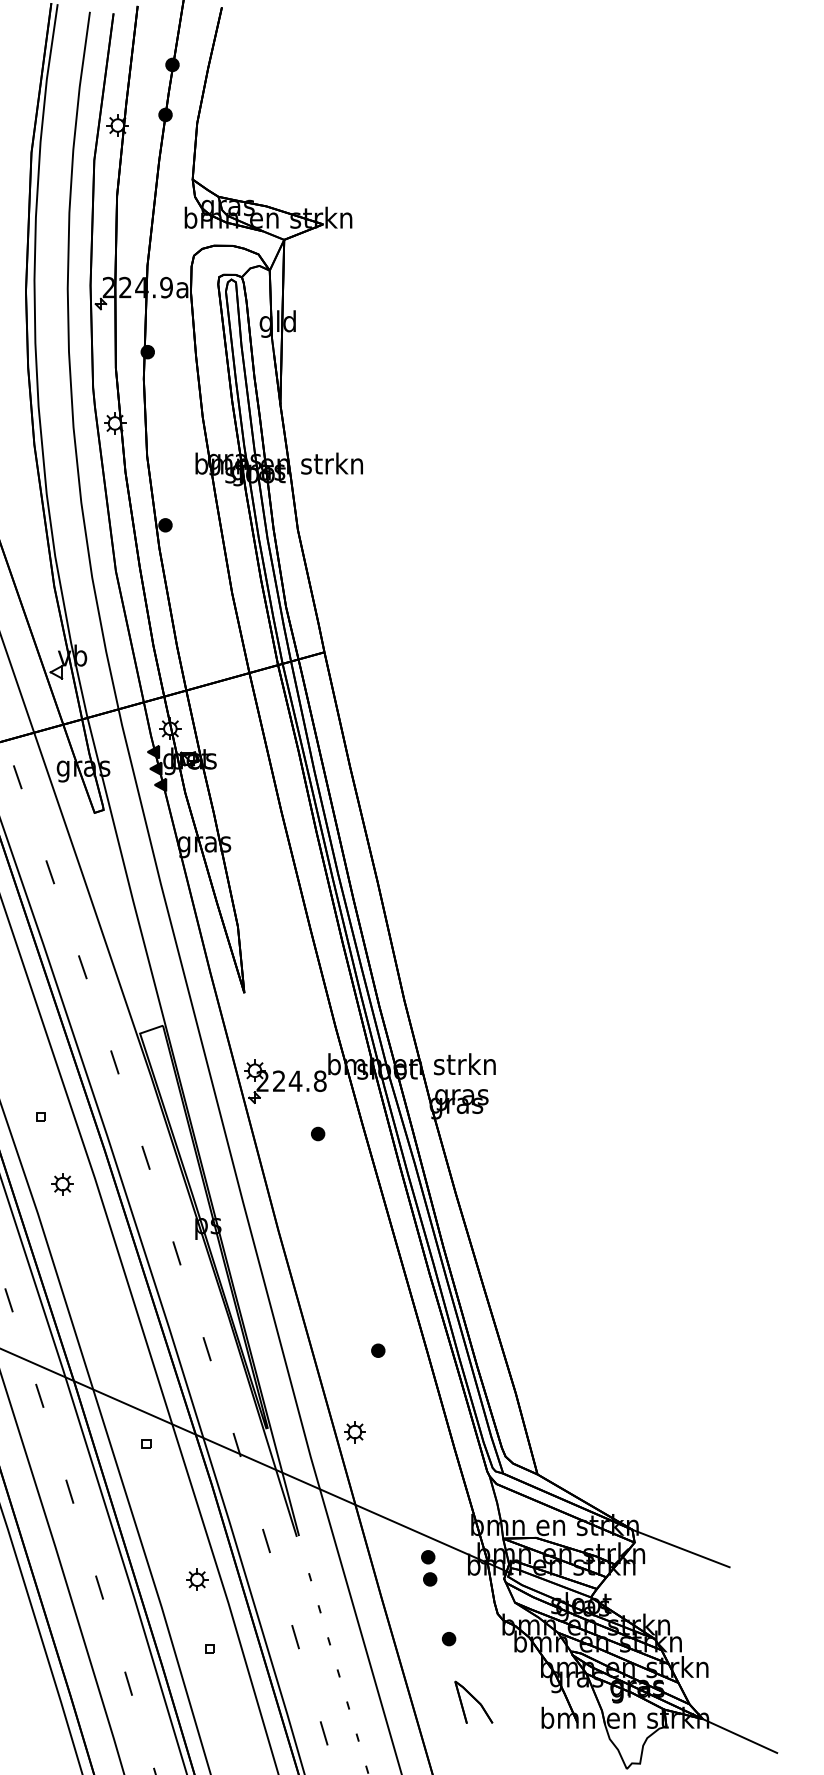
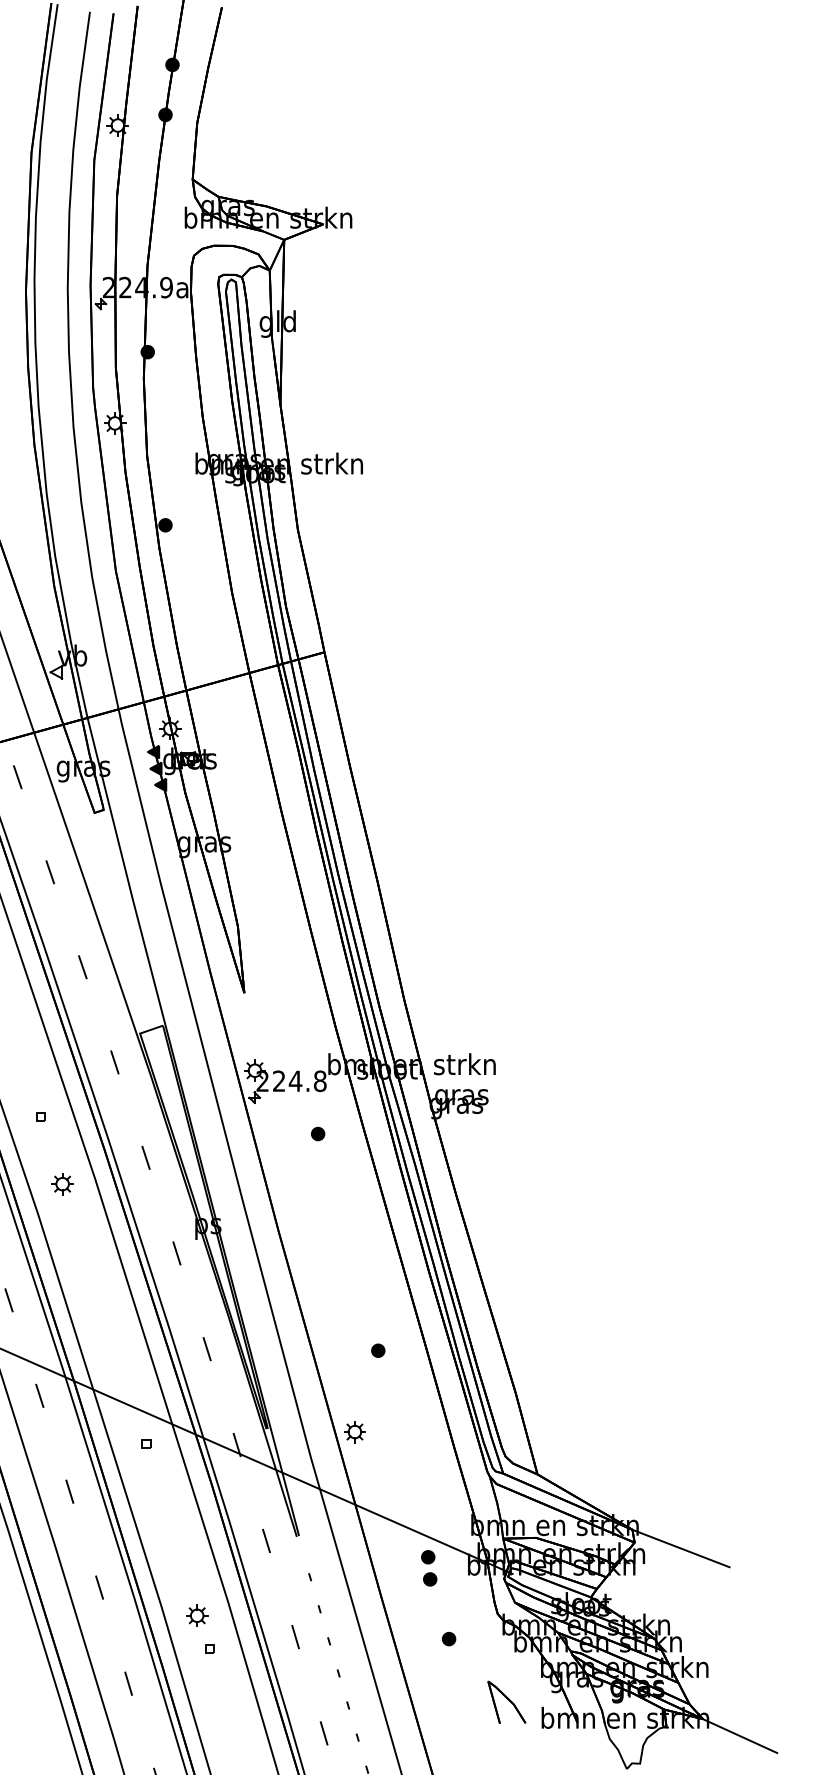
part at (197, 1579) position: (197, 1579) -> (197, 1615)
part at (473, 1701) position: (473, 1701) -> (506, 1701)
